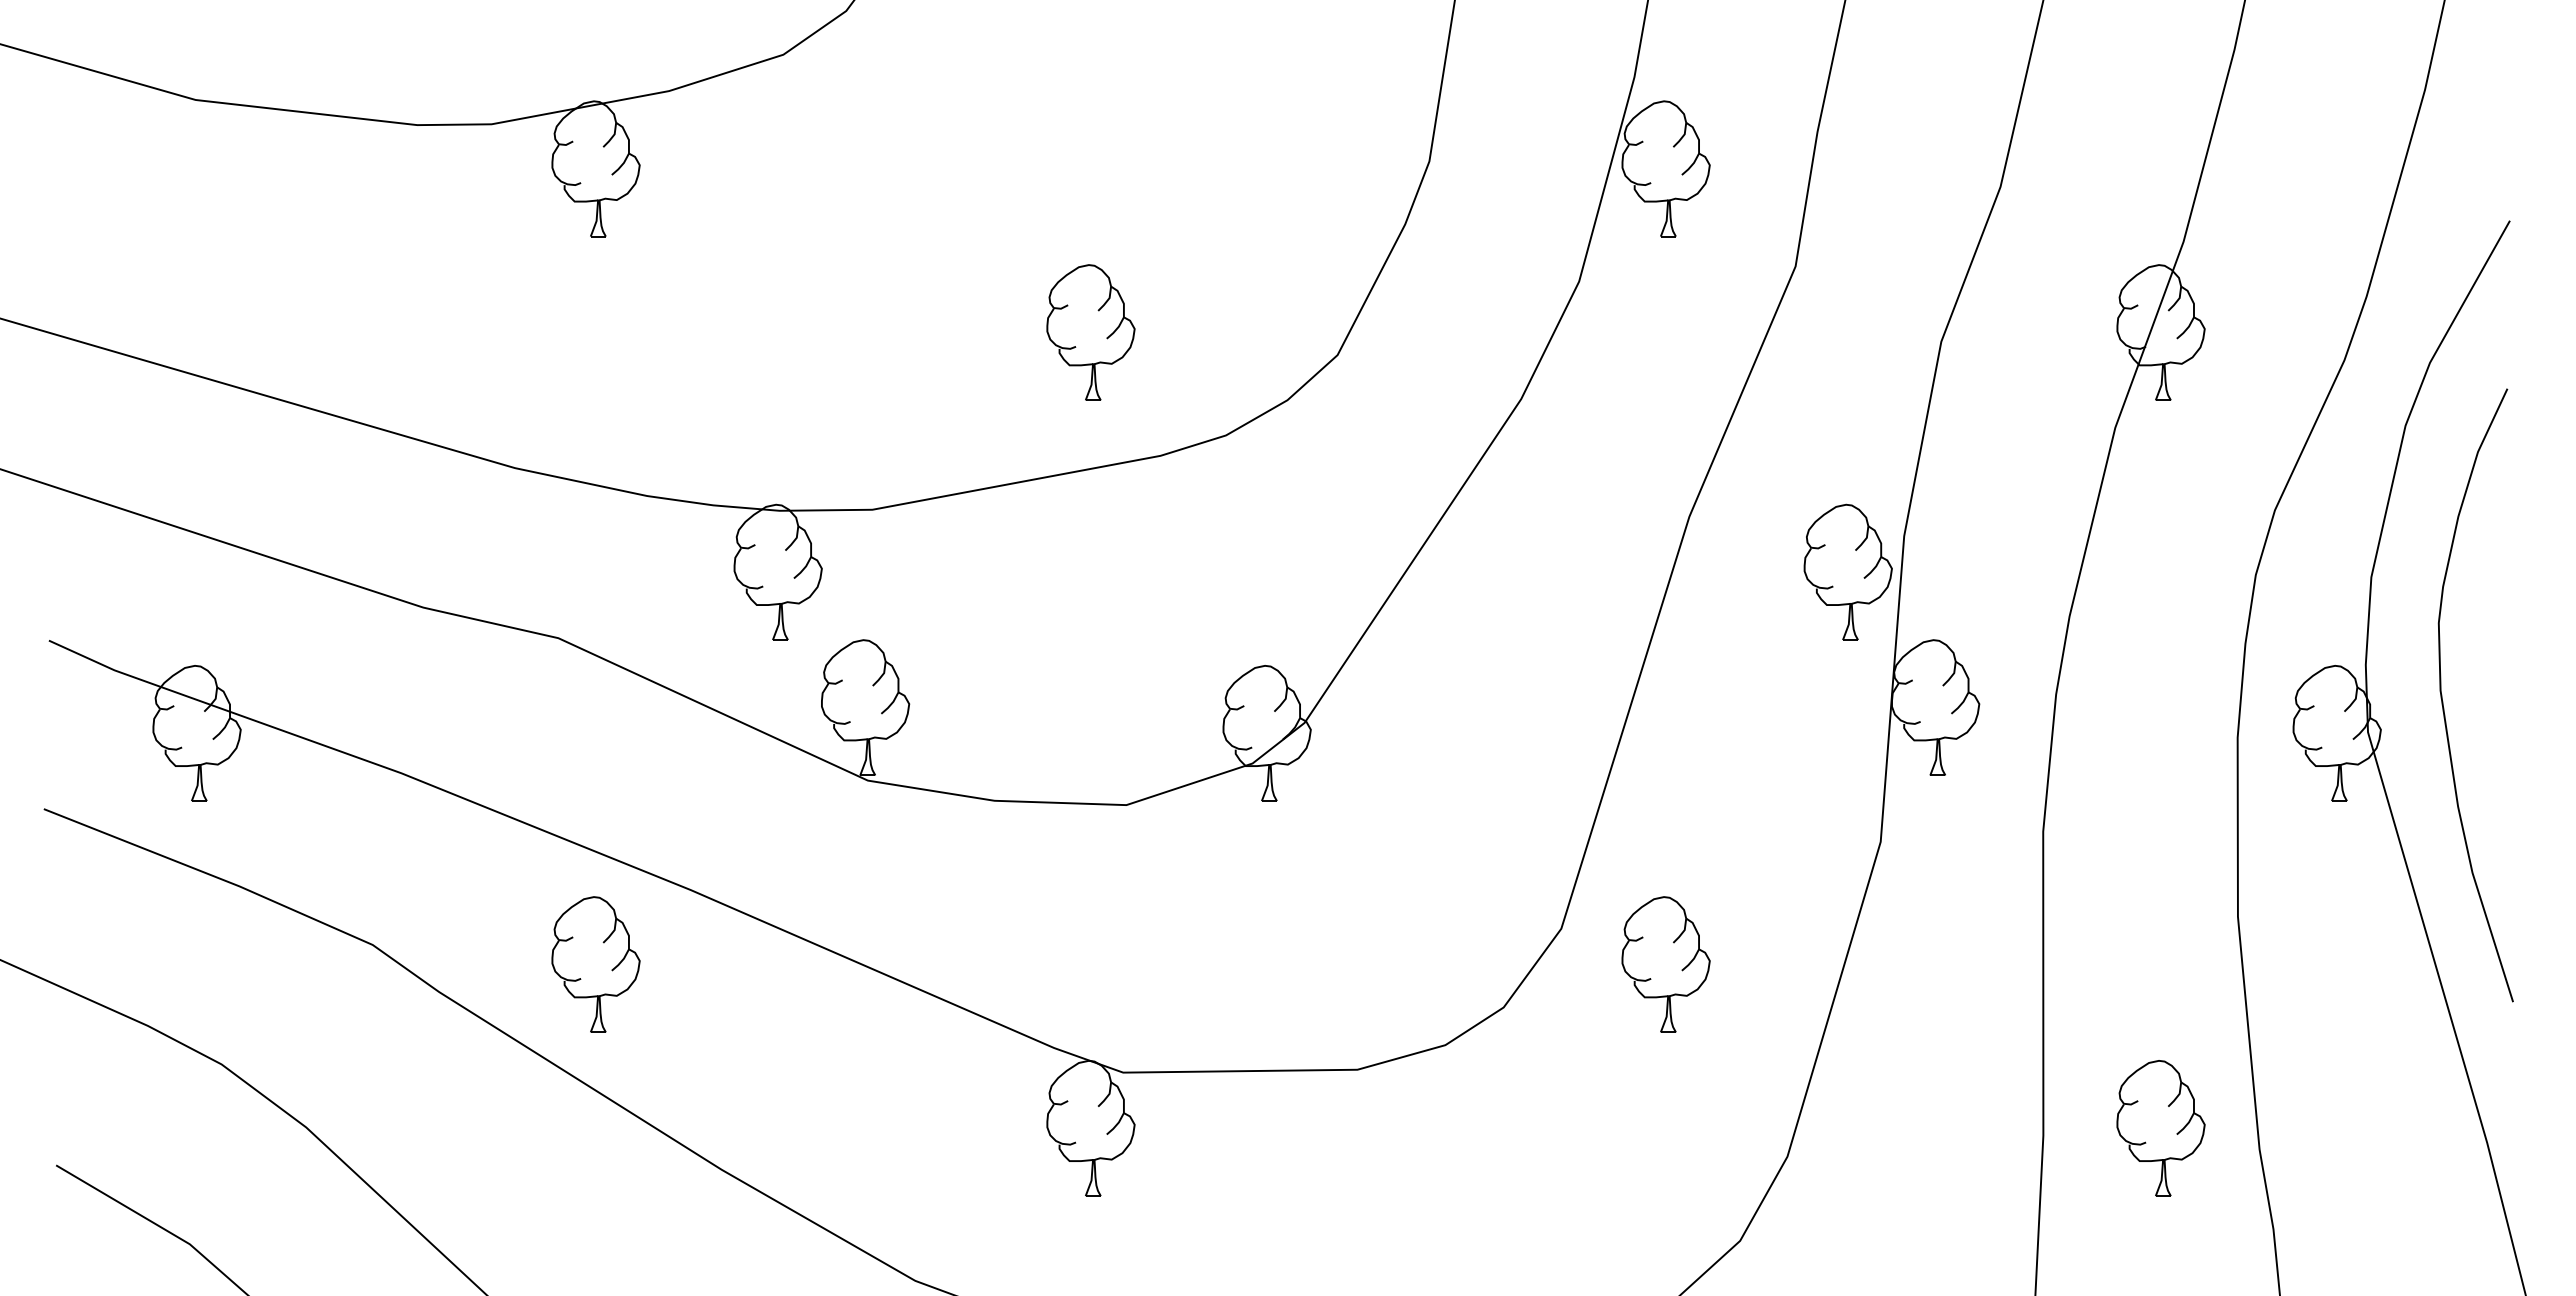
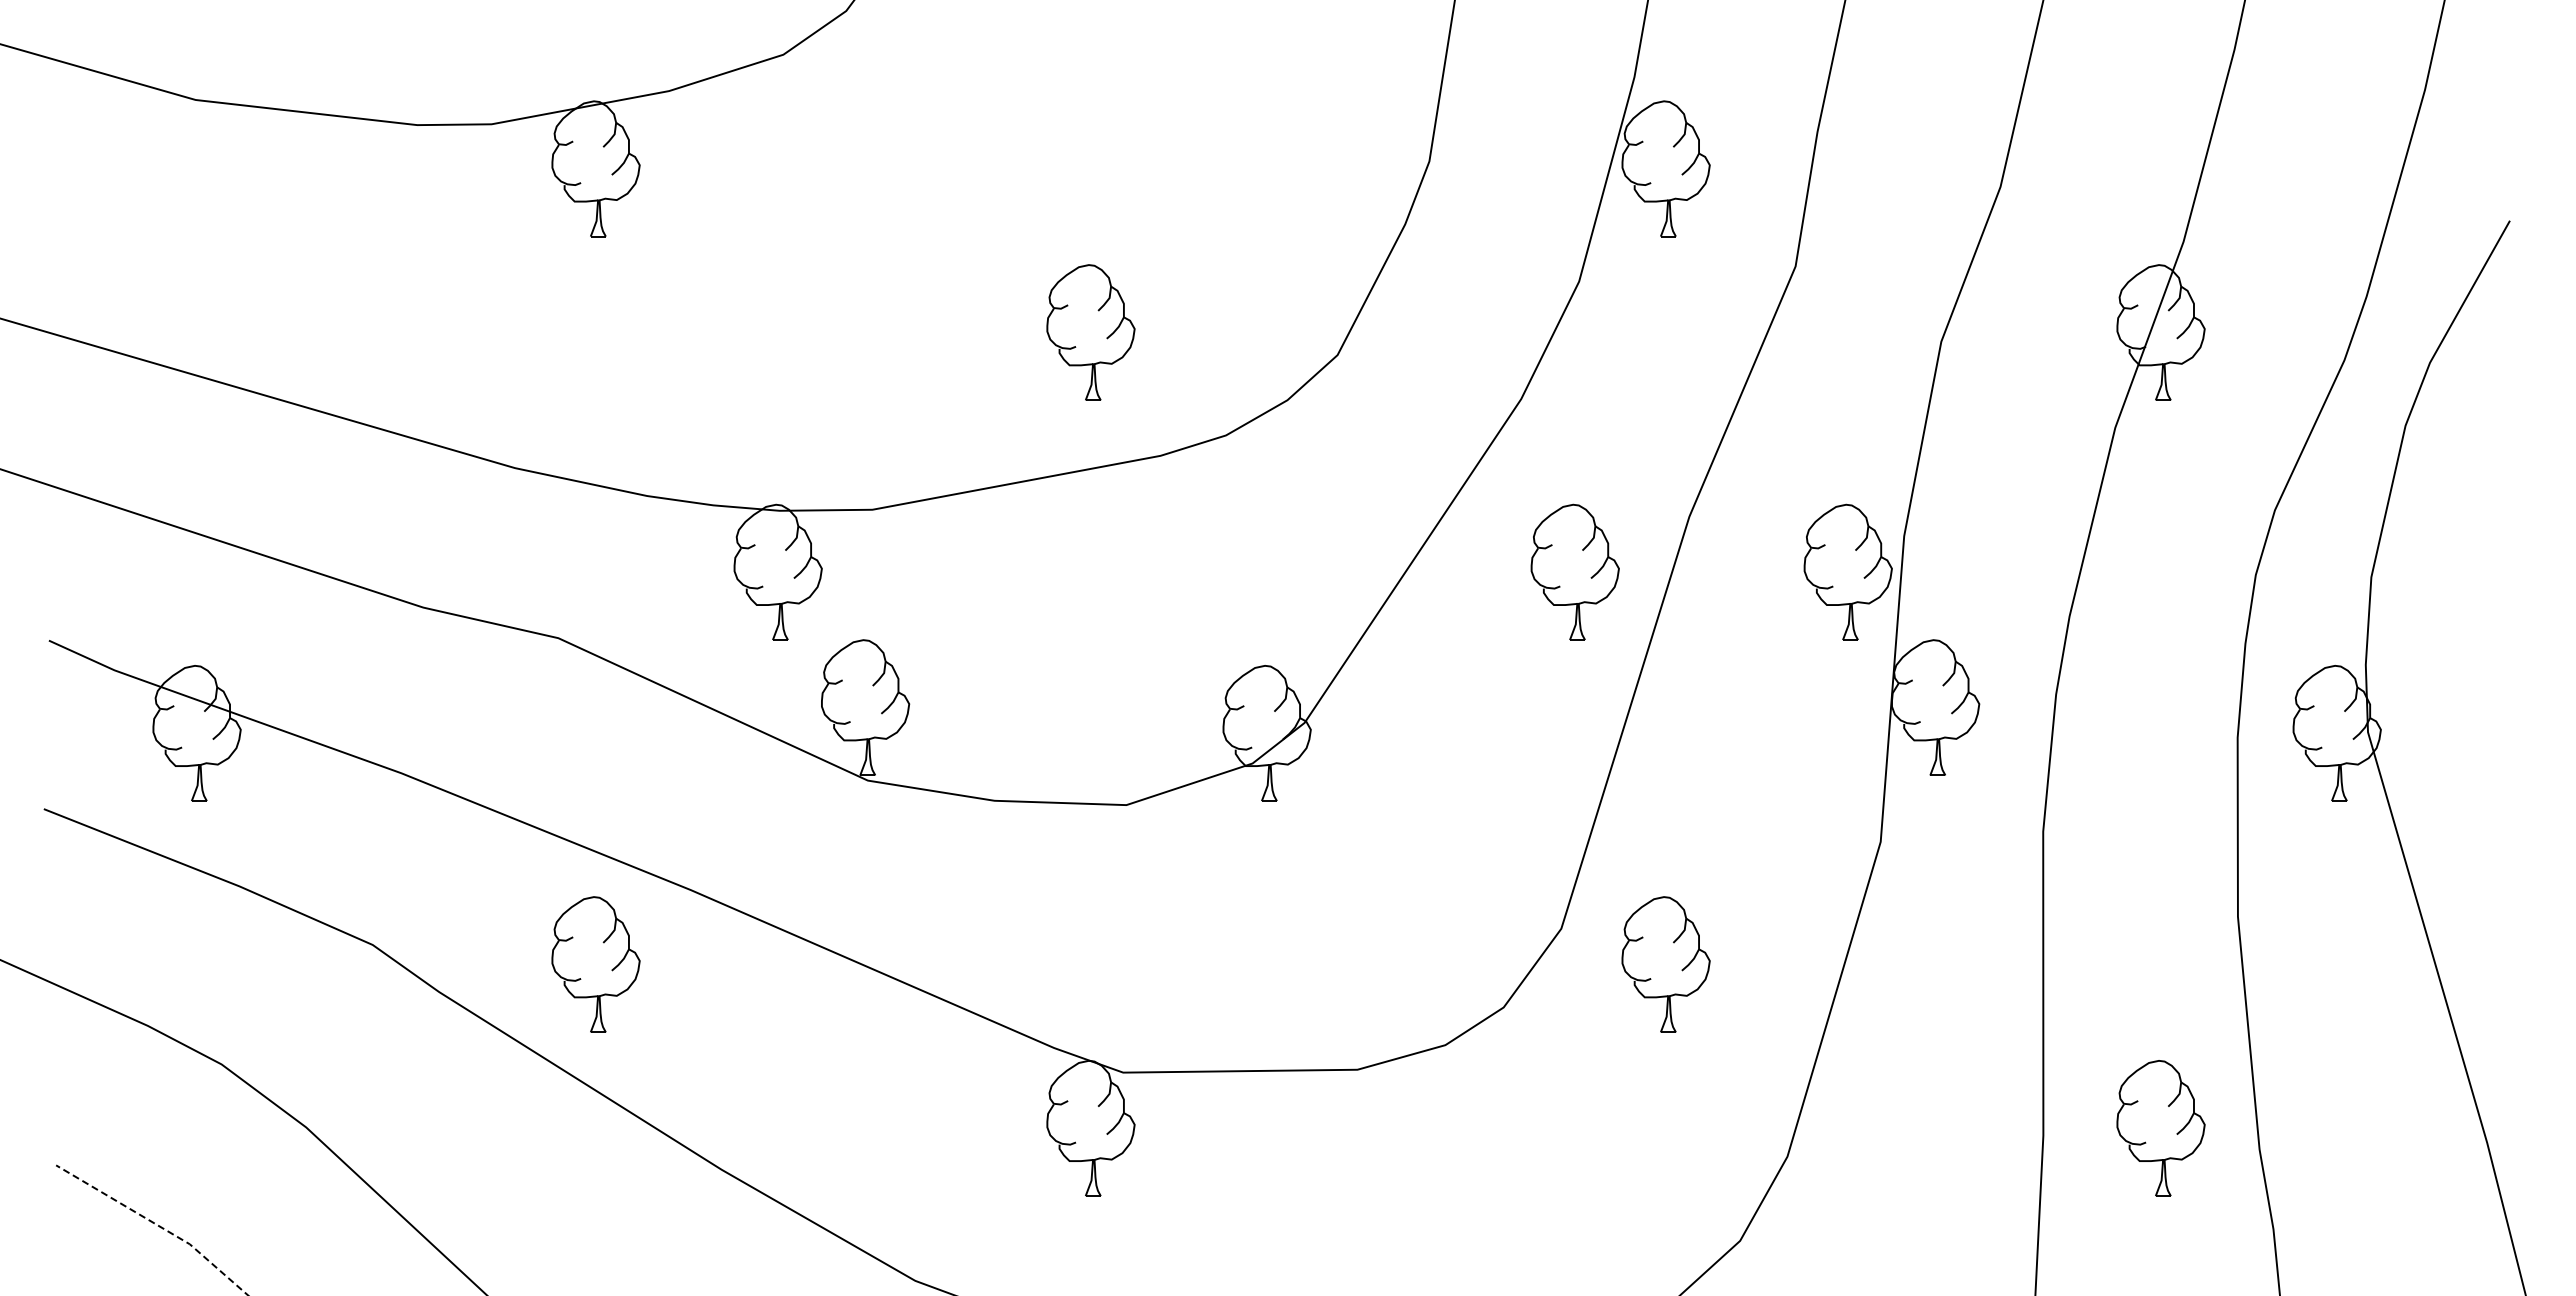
part at (1574, 571): none -> present
curve at (2443, 701): present -> none
line at (156, 1224): solid -> dashed
